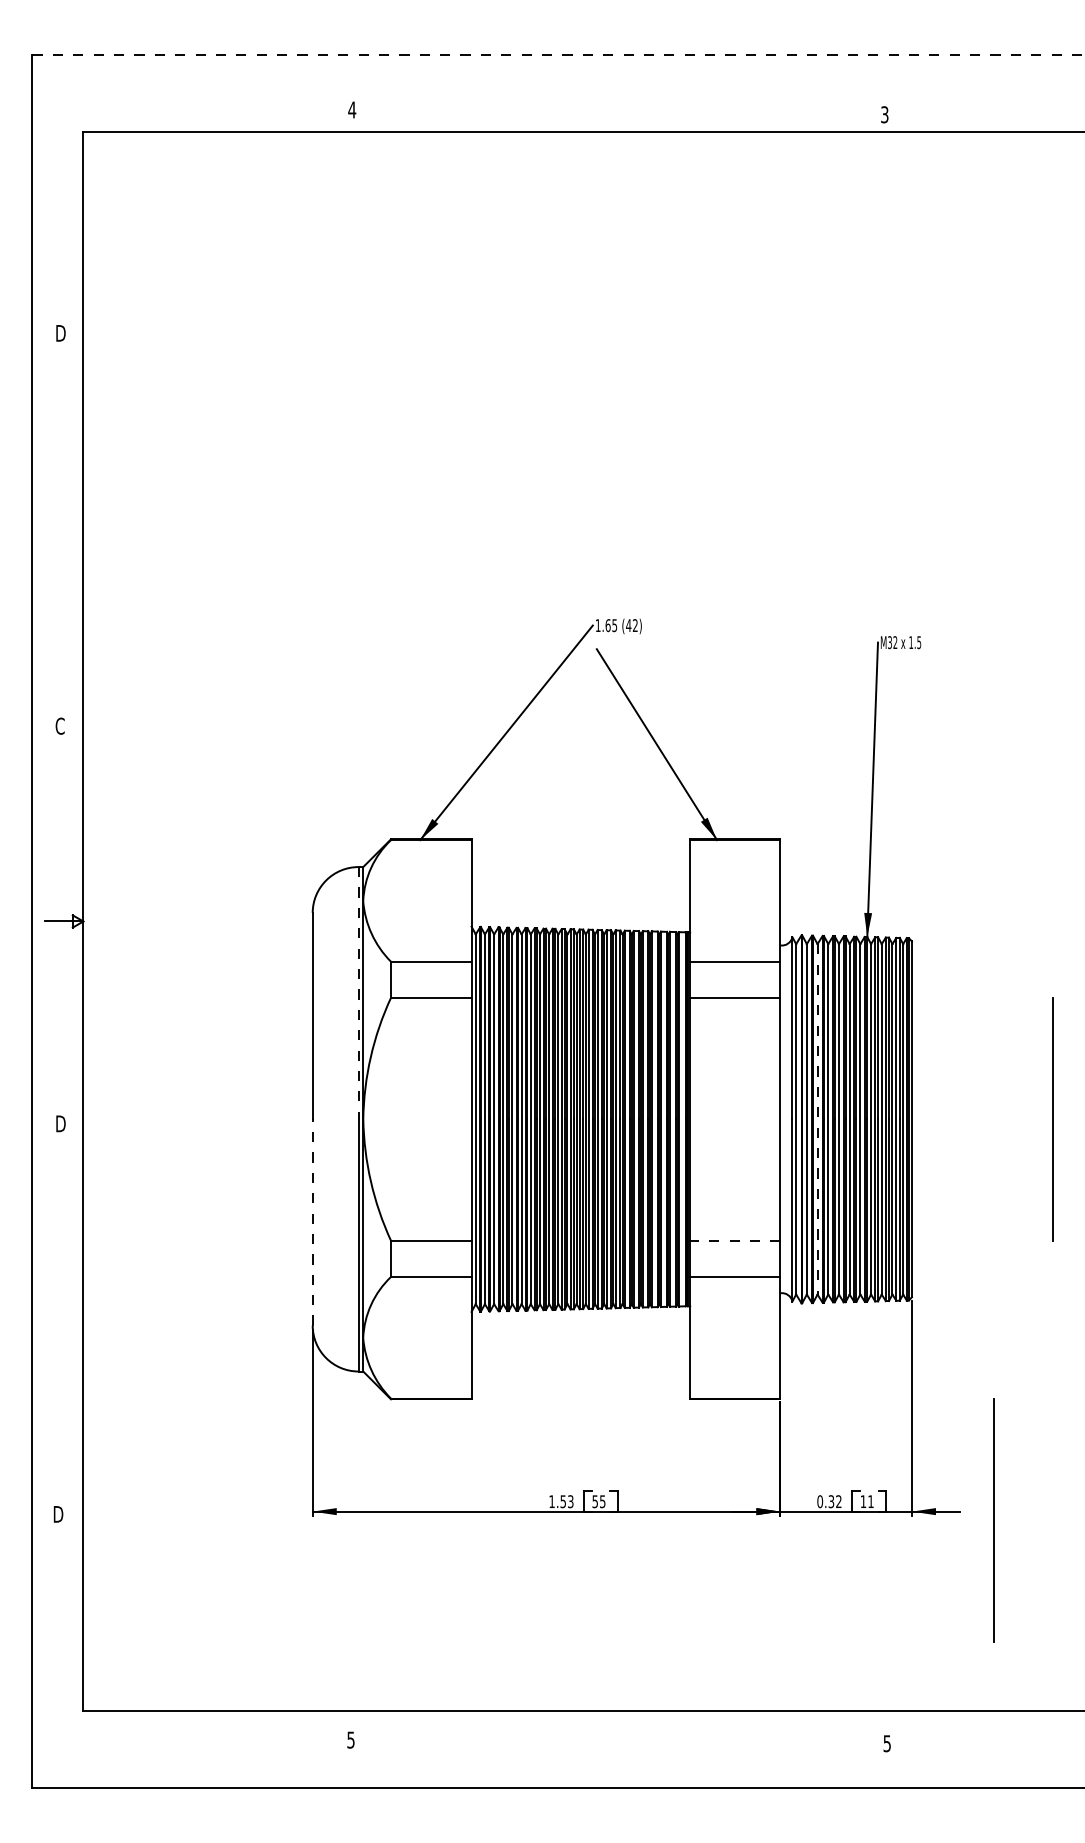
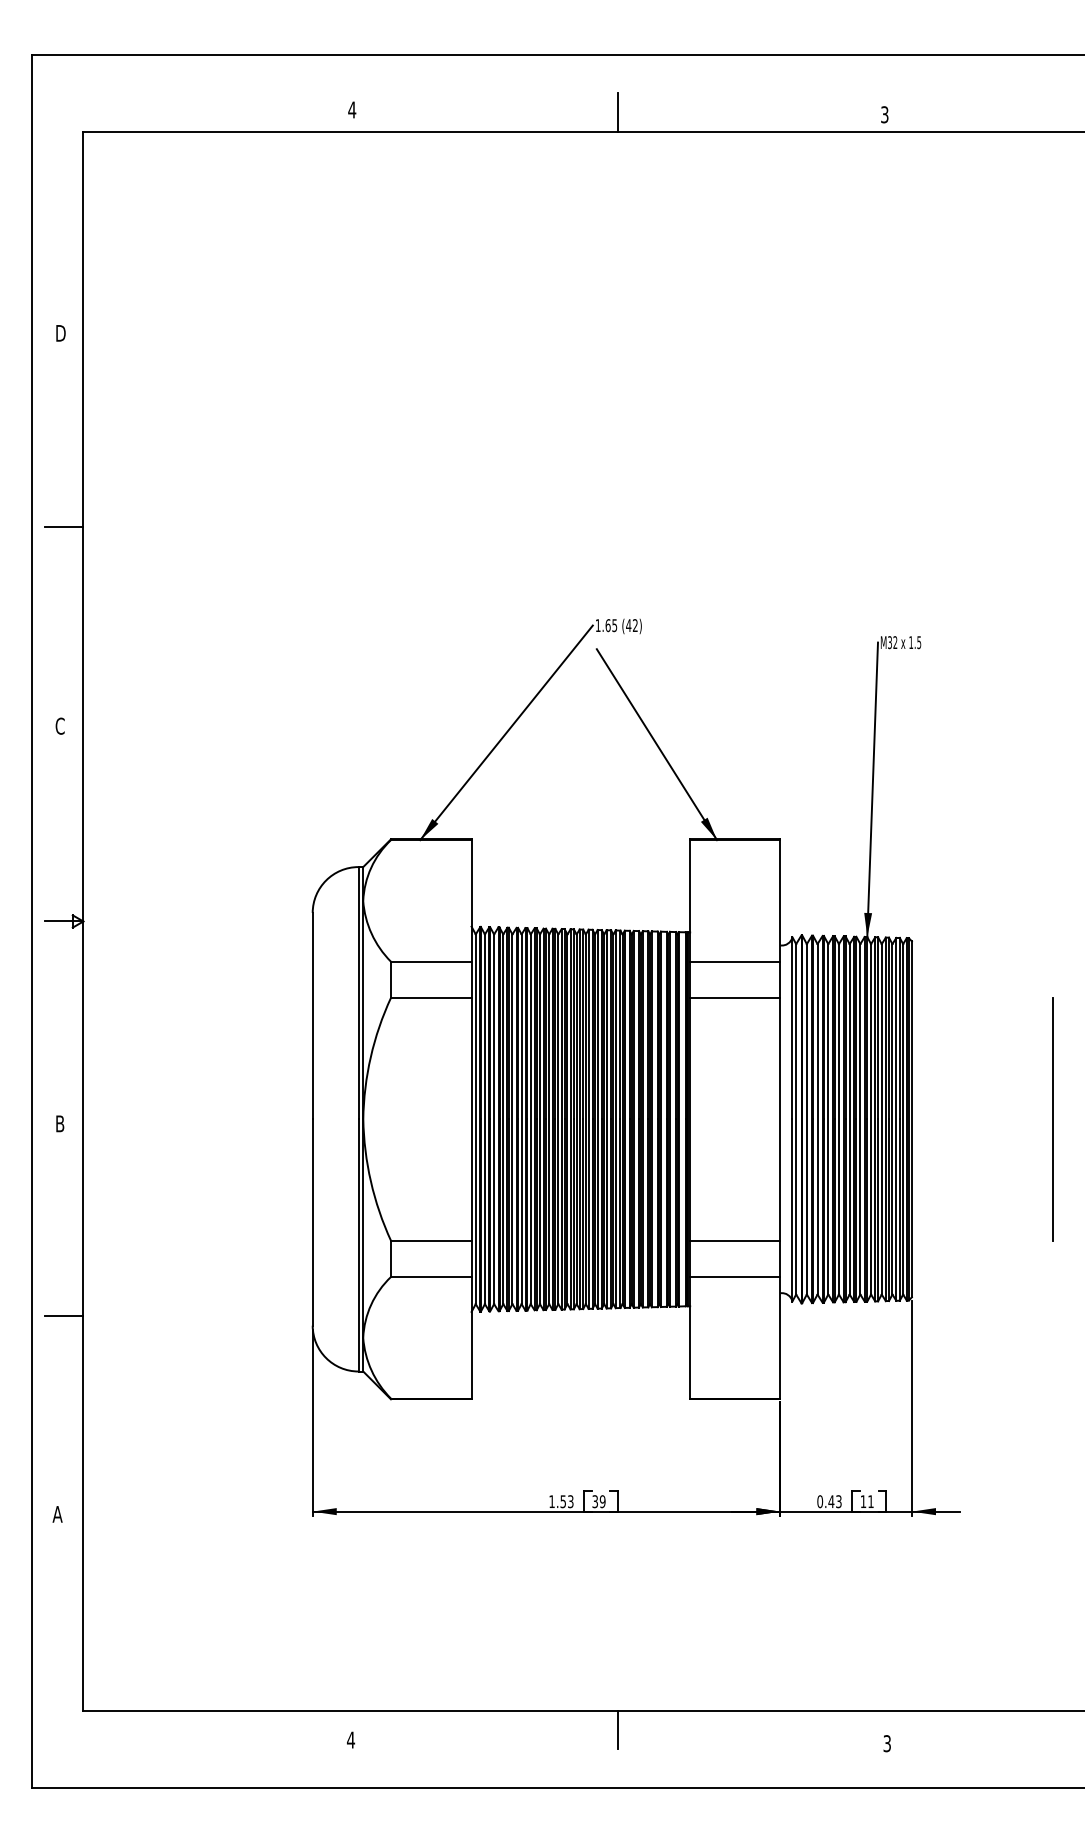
line at (558, 55): dashed -> solid
line at (618, 112): none -> present
line at (64, 526): none -> present
line at (358, 993): dashed -> solid
line at (817, 1119): dashed -> solid
text at (61, 1123): D -> B
line at (312, 1221): dashed -> solid
line at (734, 1240): dashed -> solid
line at (64, 1316): none -> present
text at (598, 1501): 55 -> 39
text at (834, 1501): 0.32 -> 0.43
text at (57, 1514): D -> A
line at (993, 1520): present -> none
line at (618, 1730): none -> present
text at (351, 1739): 5 -> 4
text at (887, 1743): 5 -> 3
